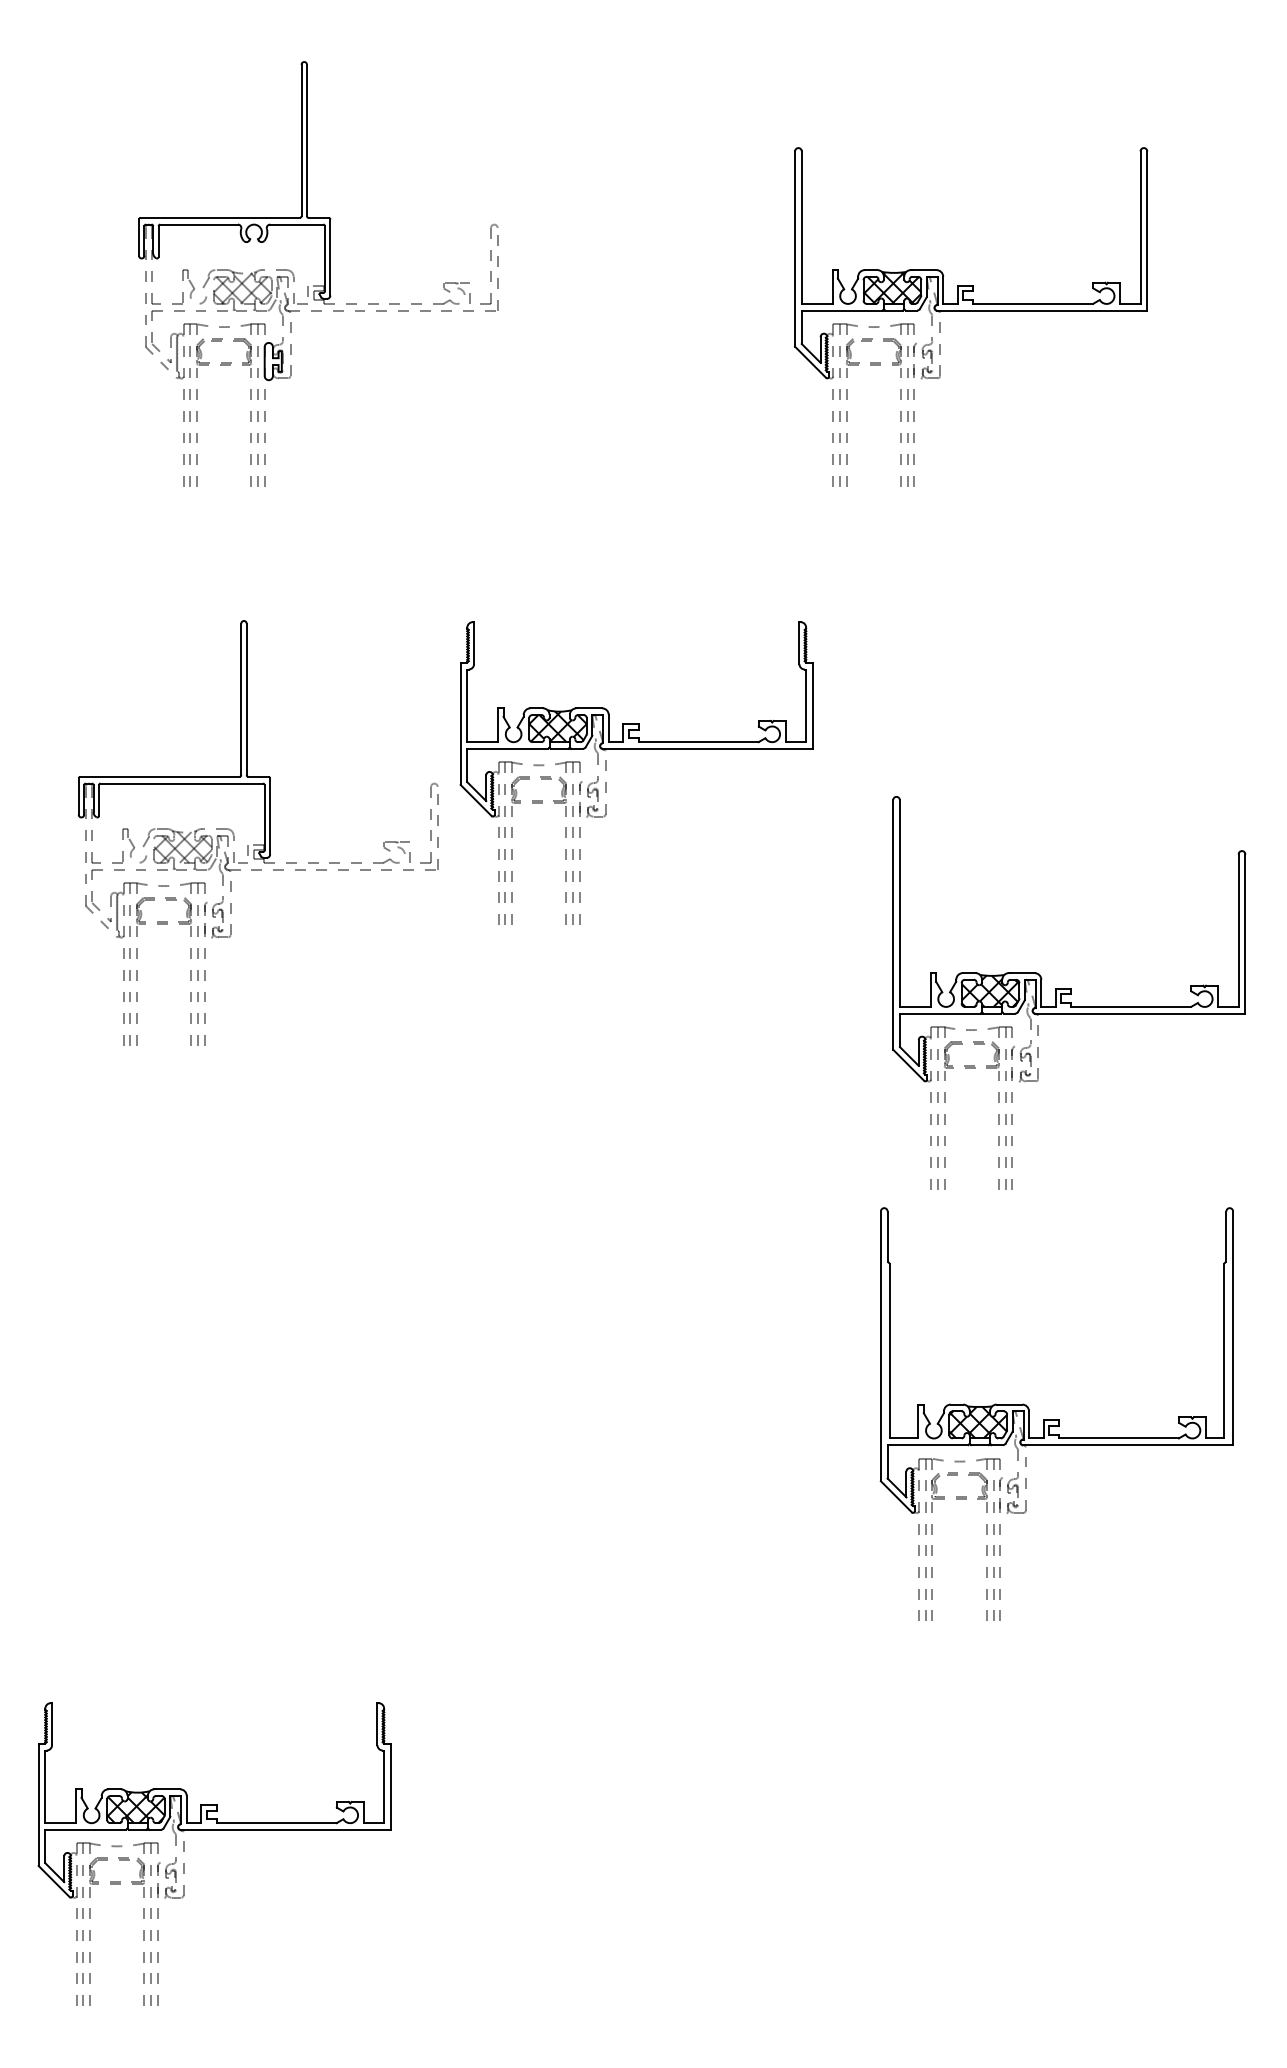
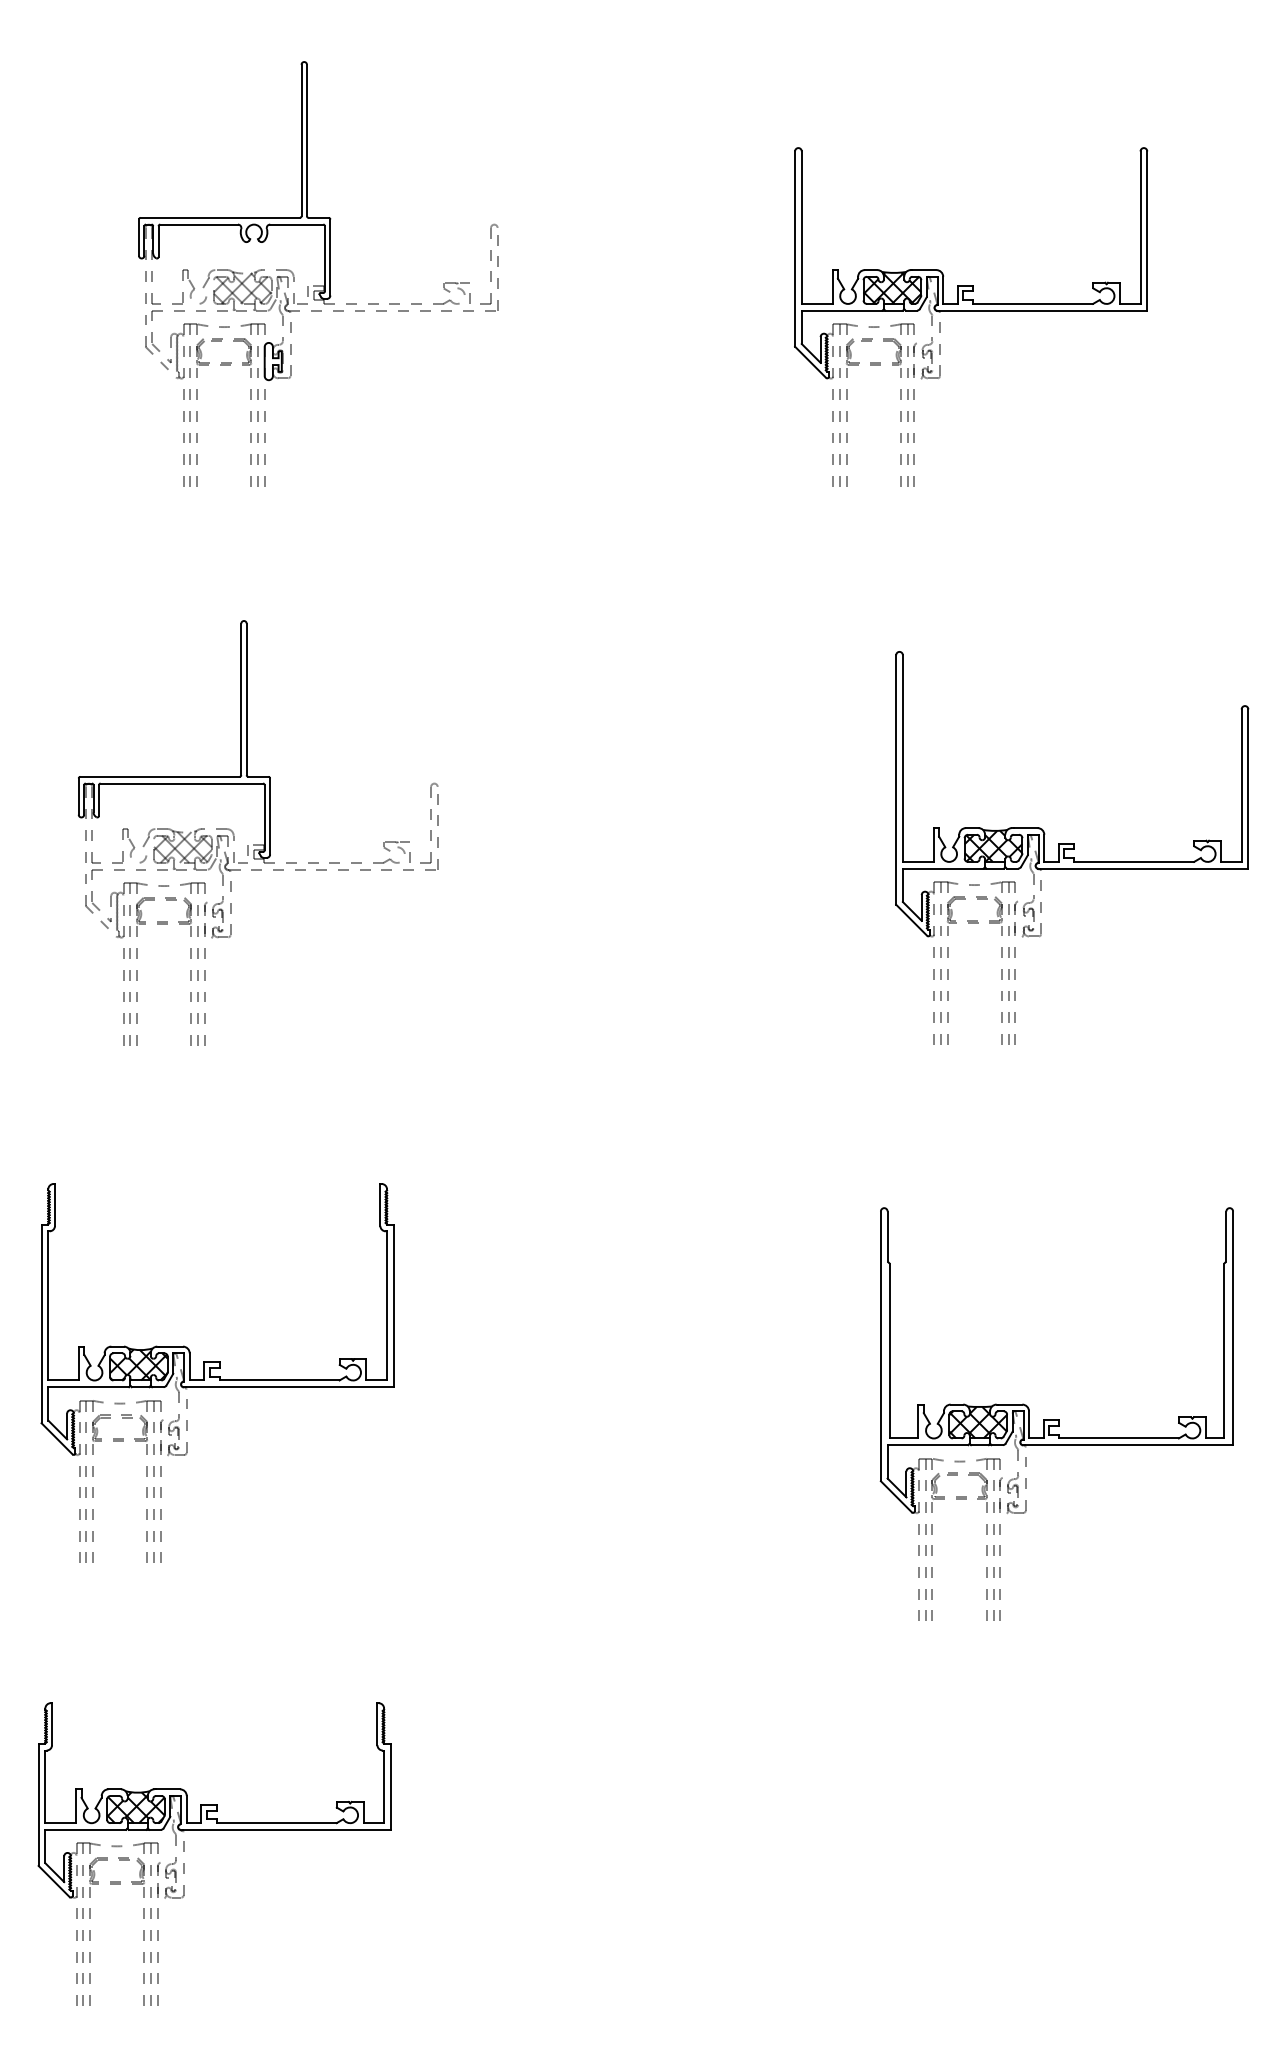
part at (636, 749): present -> none
part at (1069, 992) position: (1069, 992) -> (1072, 847)
part at (217, 1372): none -> present
